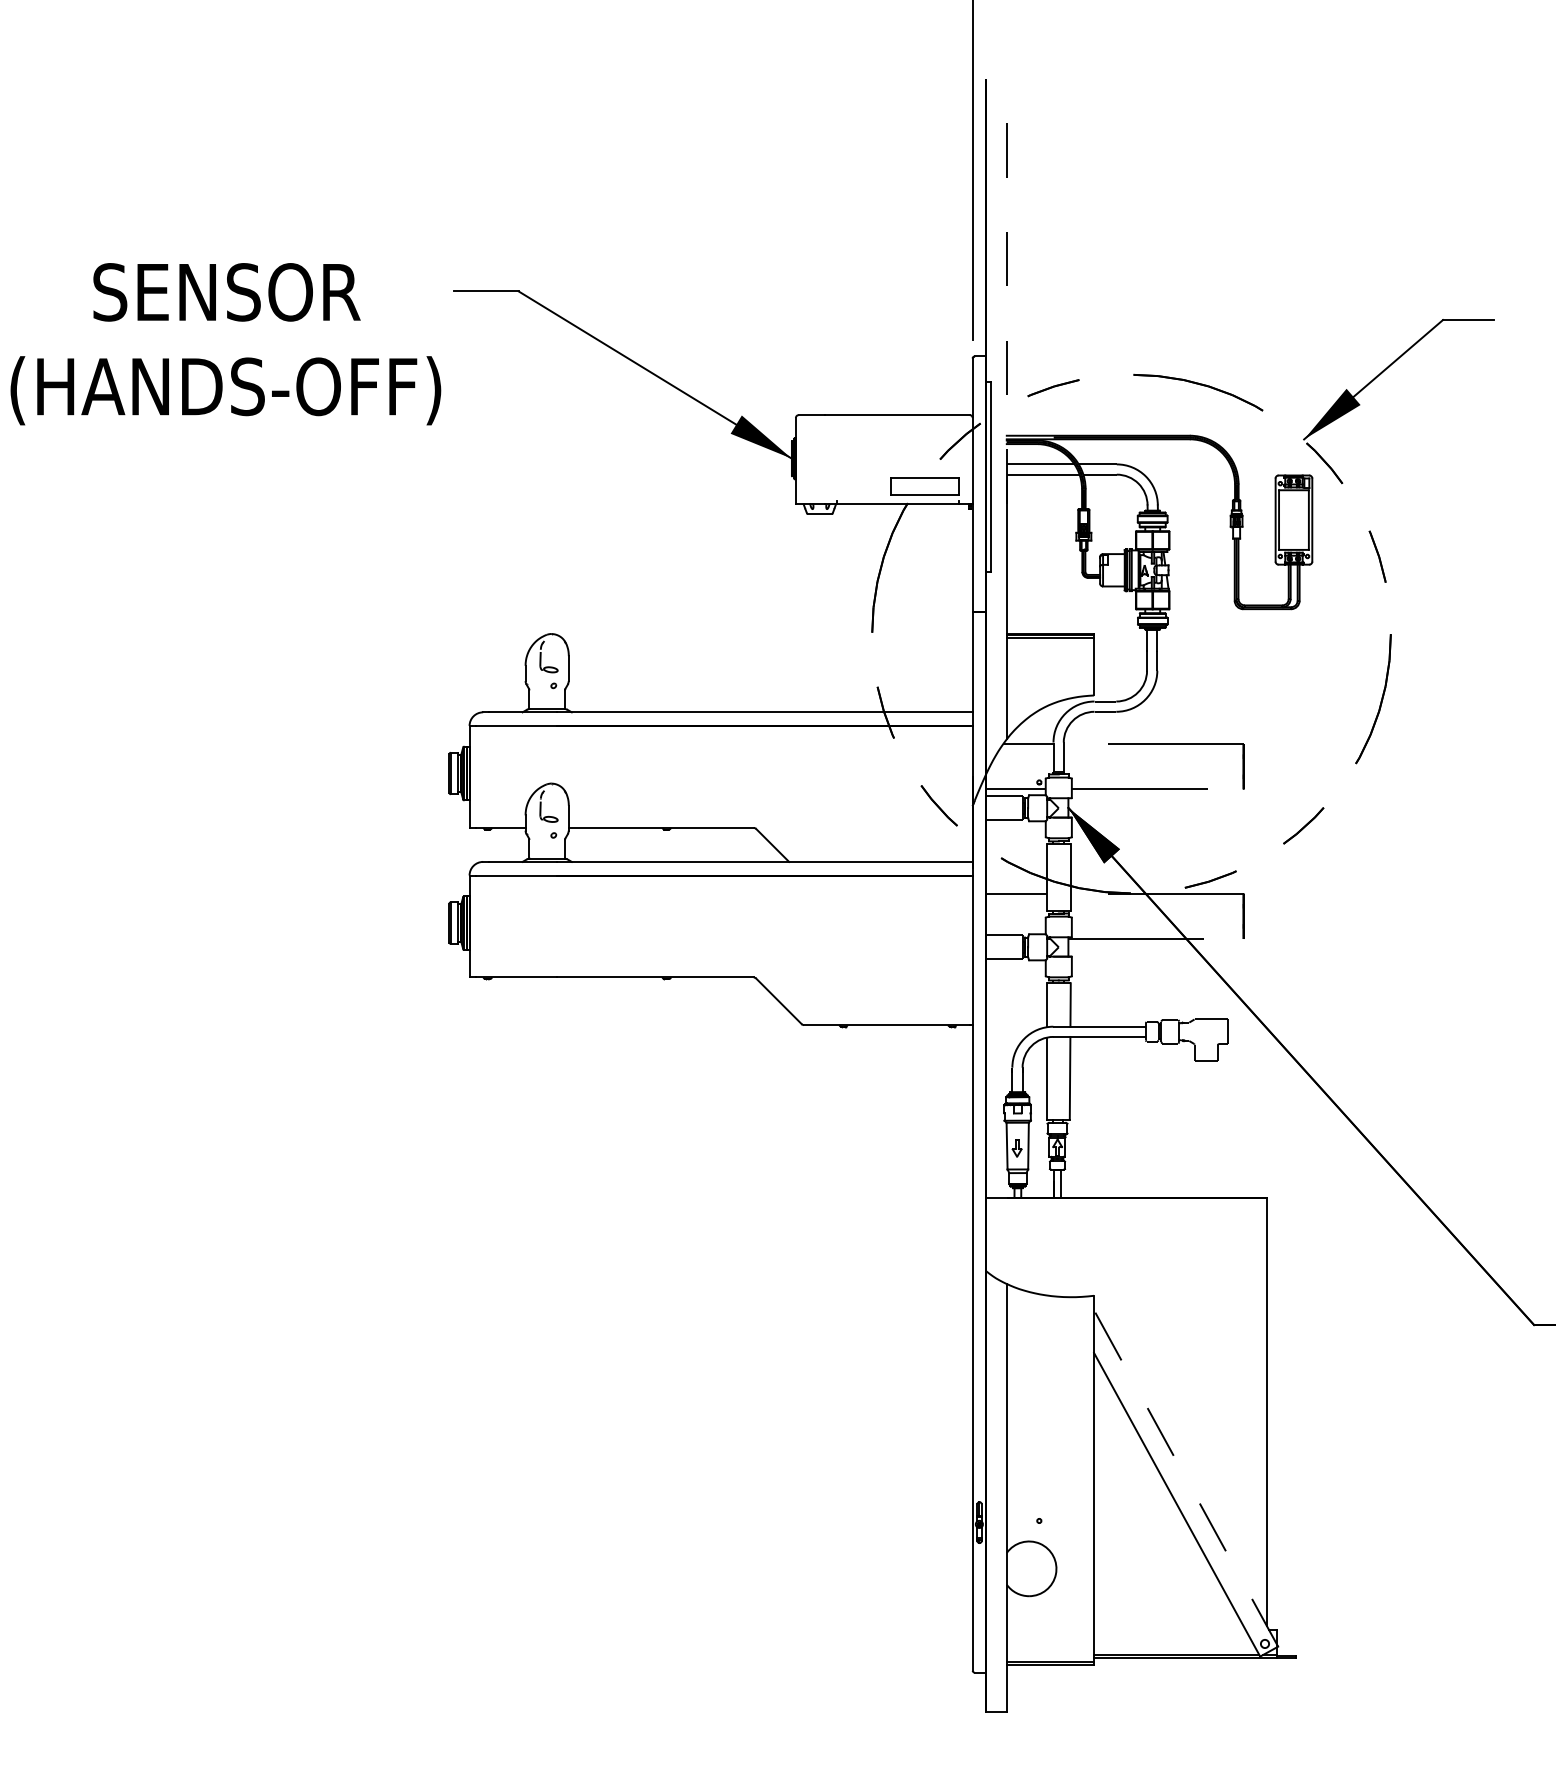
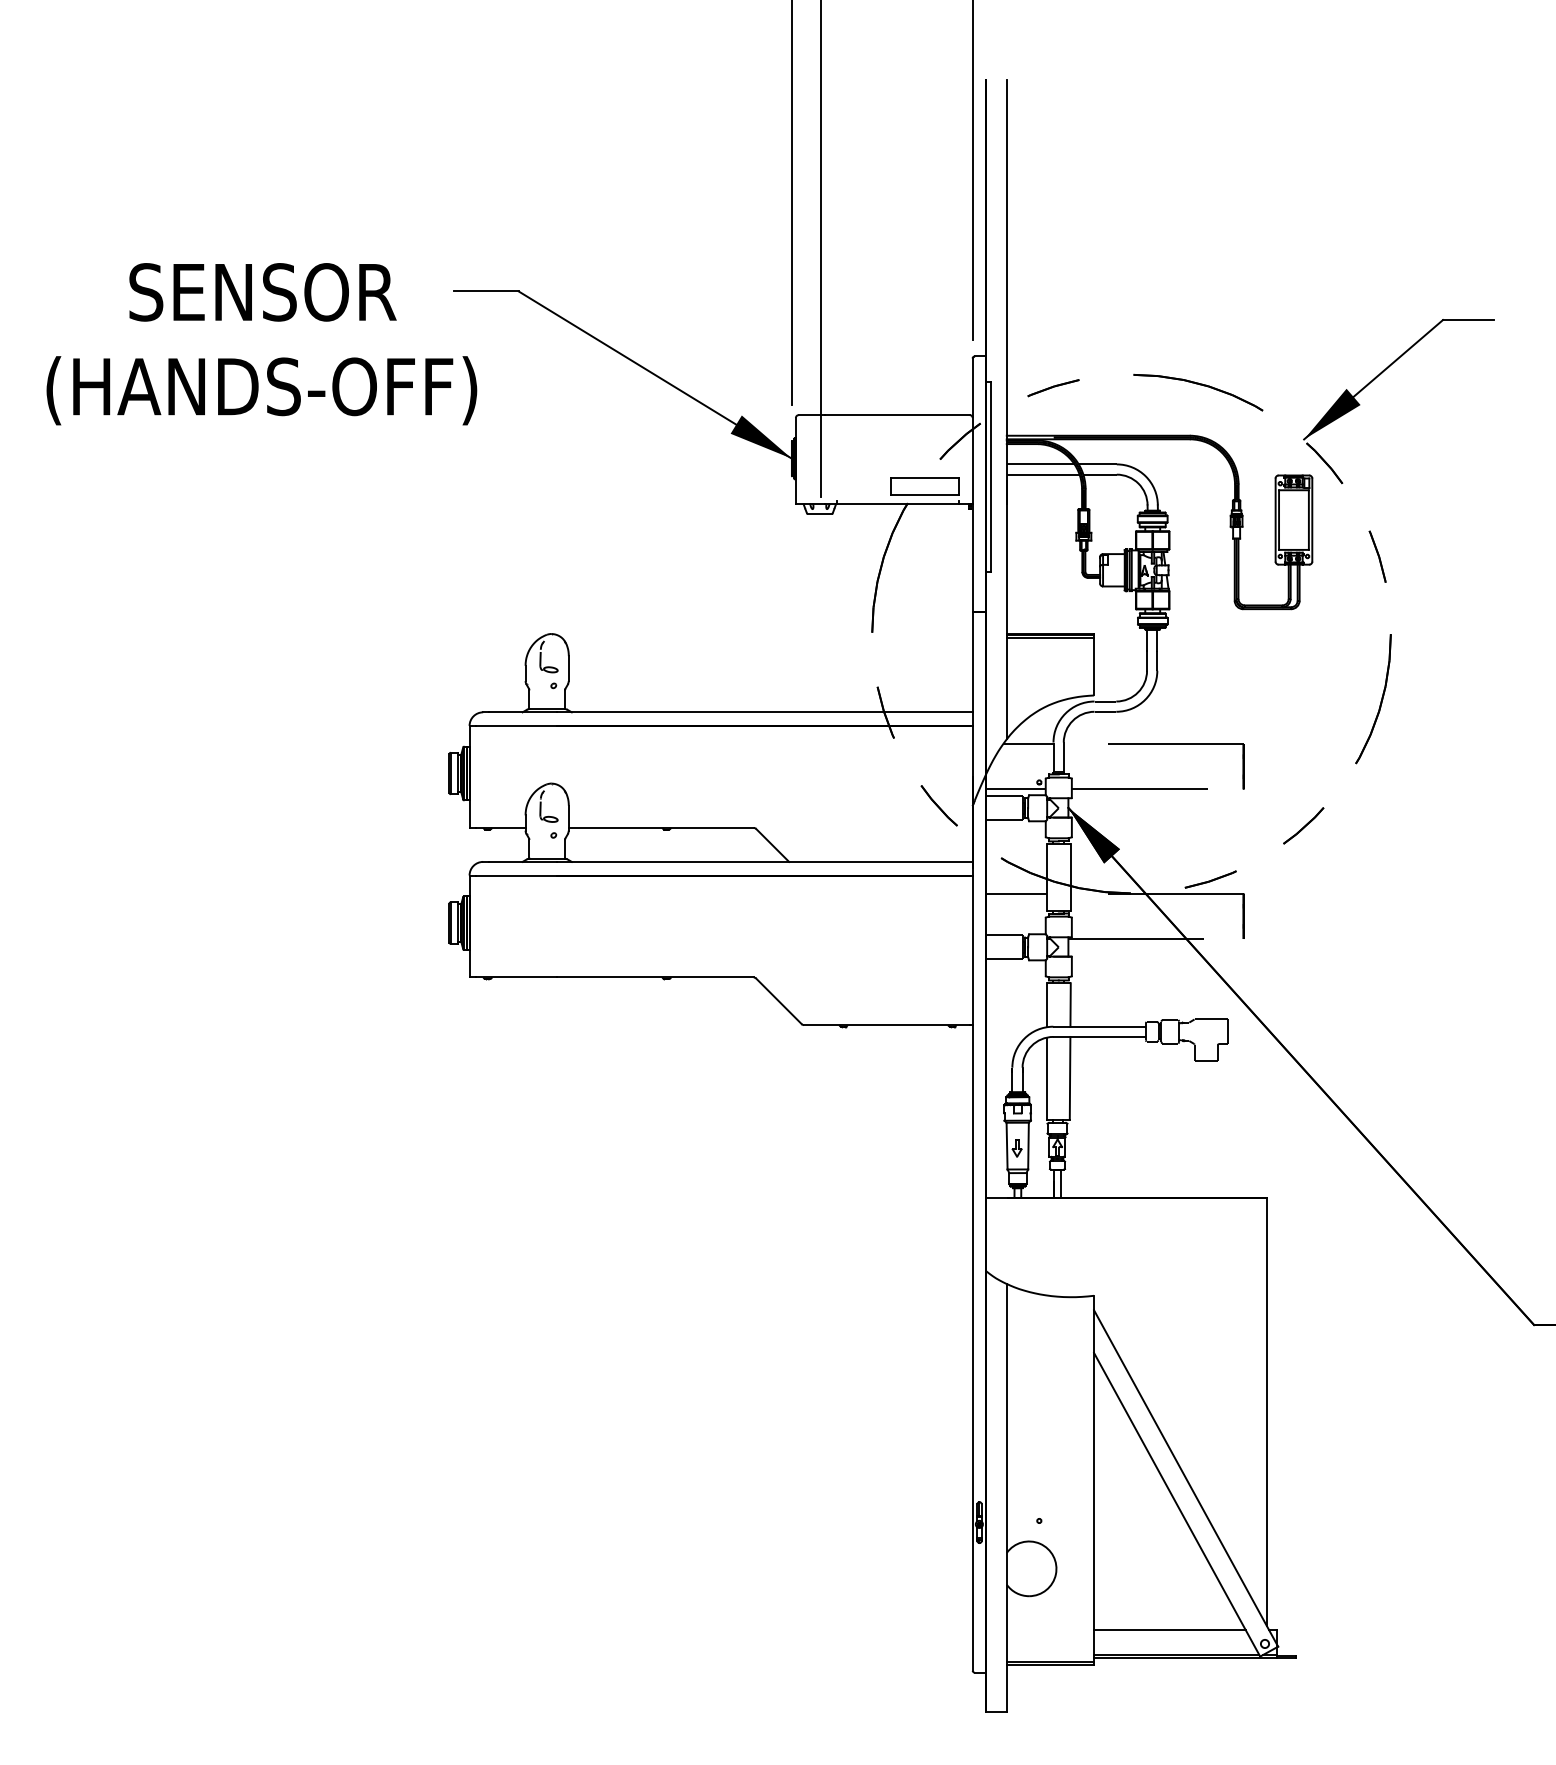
line at (791, 203): none -> present
line at (820, 249): none -> present
line at (1006, 291): dashed -> solid
text at (225, 344) position: (225, 344) -> (261, 344)
line at (1186, 1478): dashed -> solid
line at (1169, 1630): none -> present
